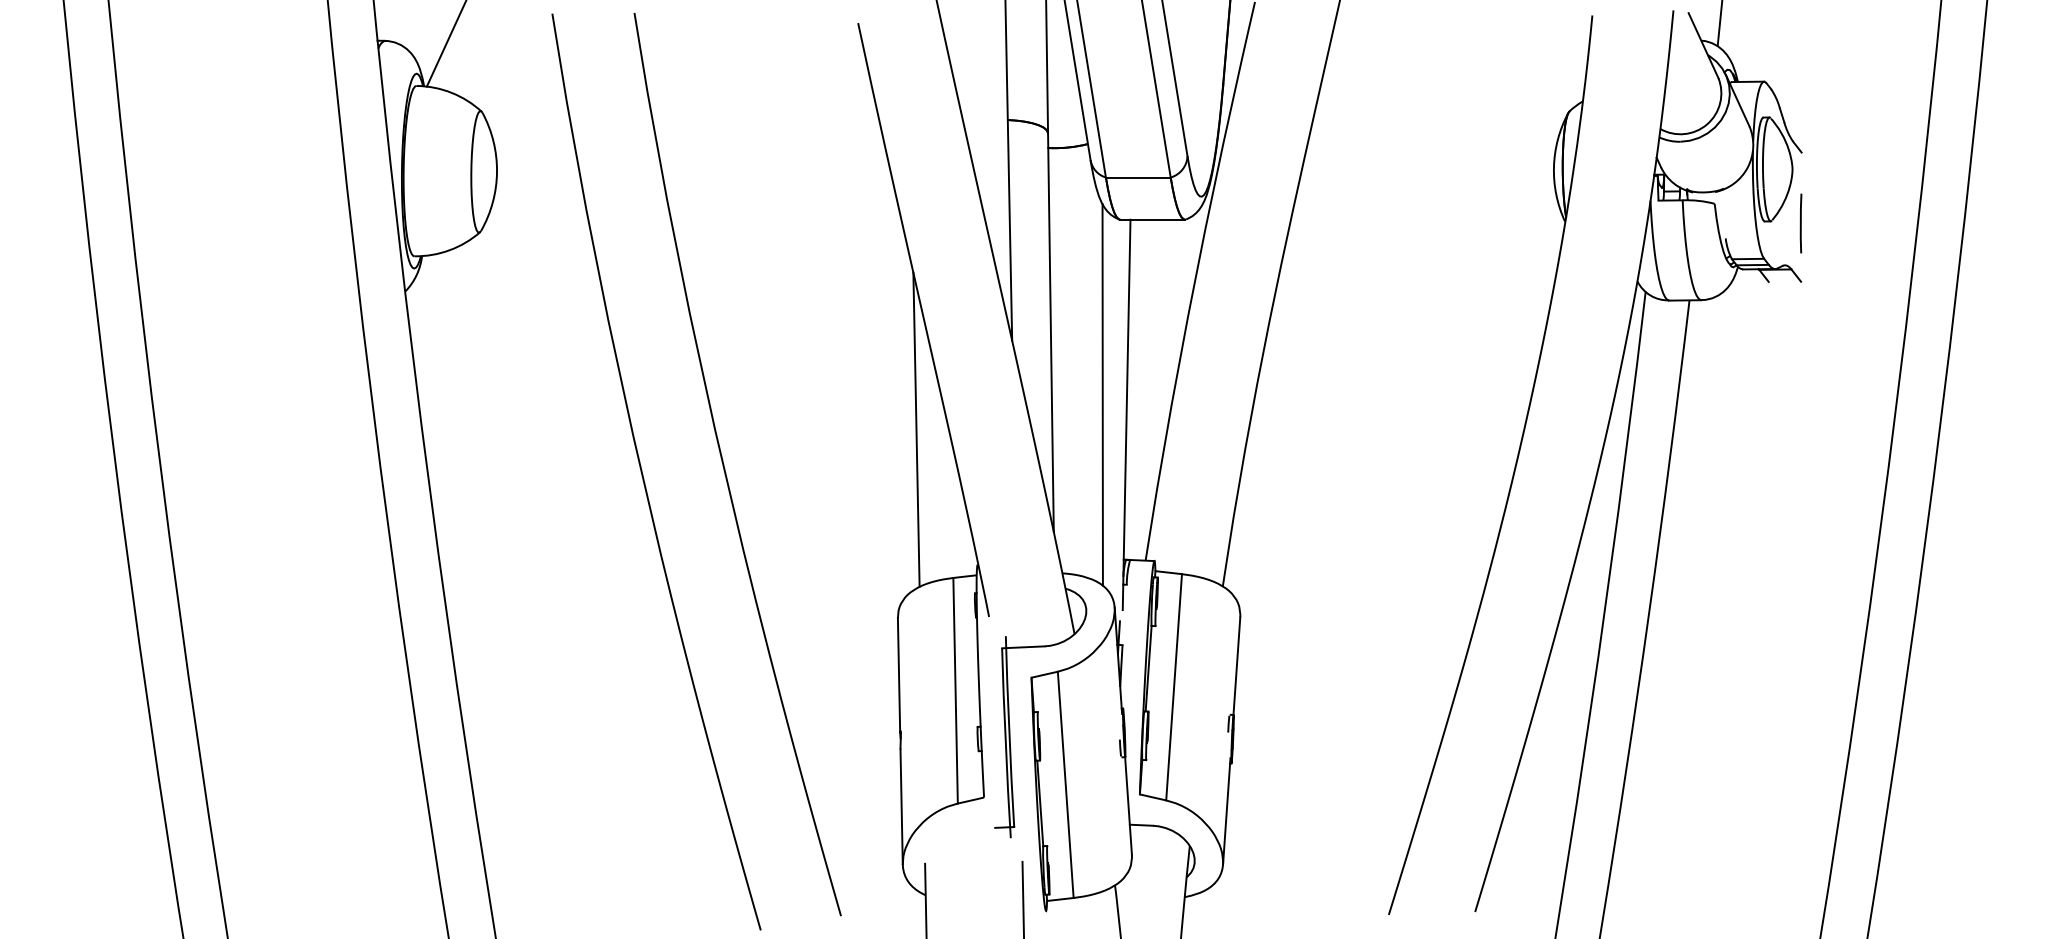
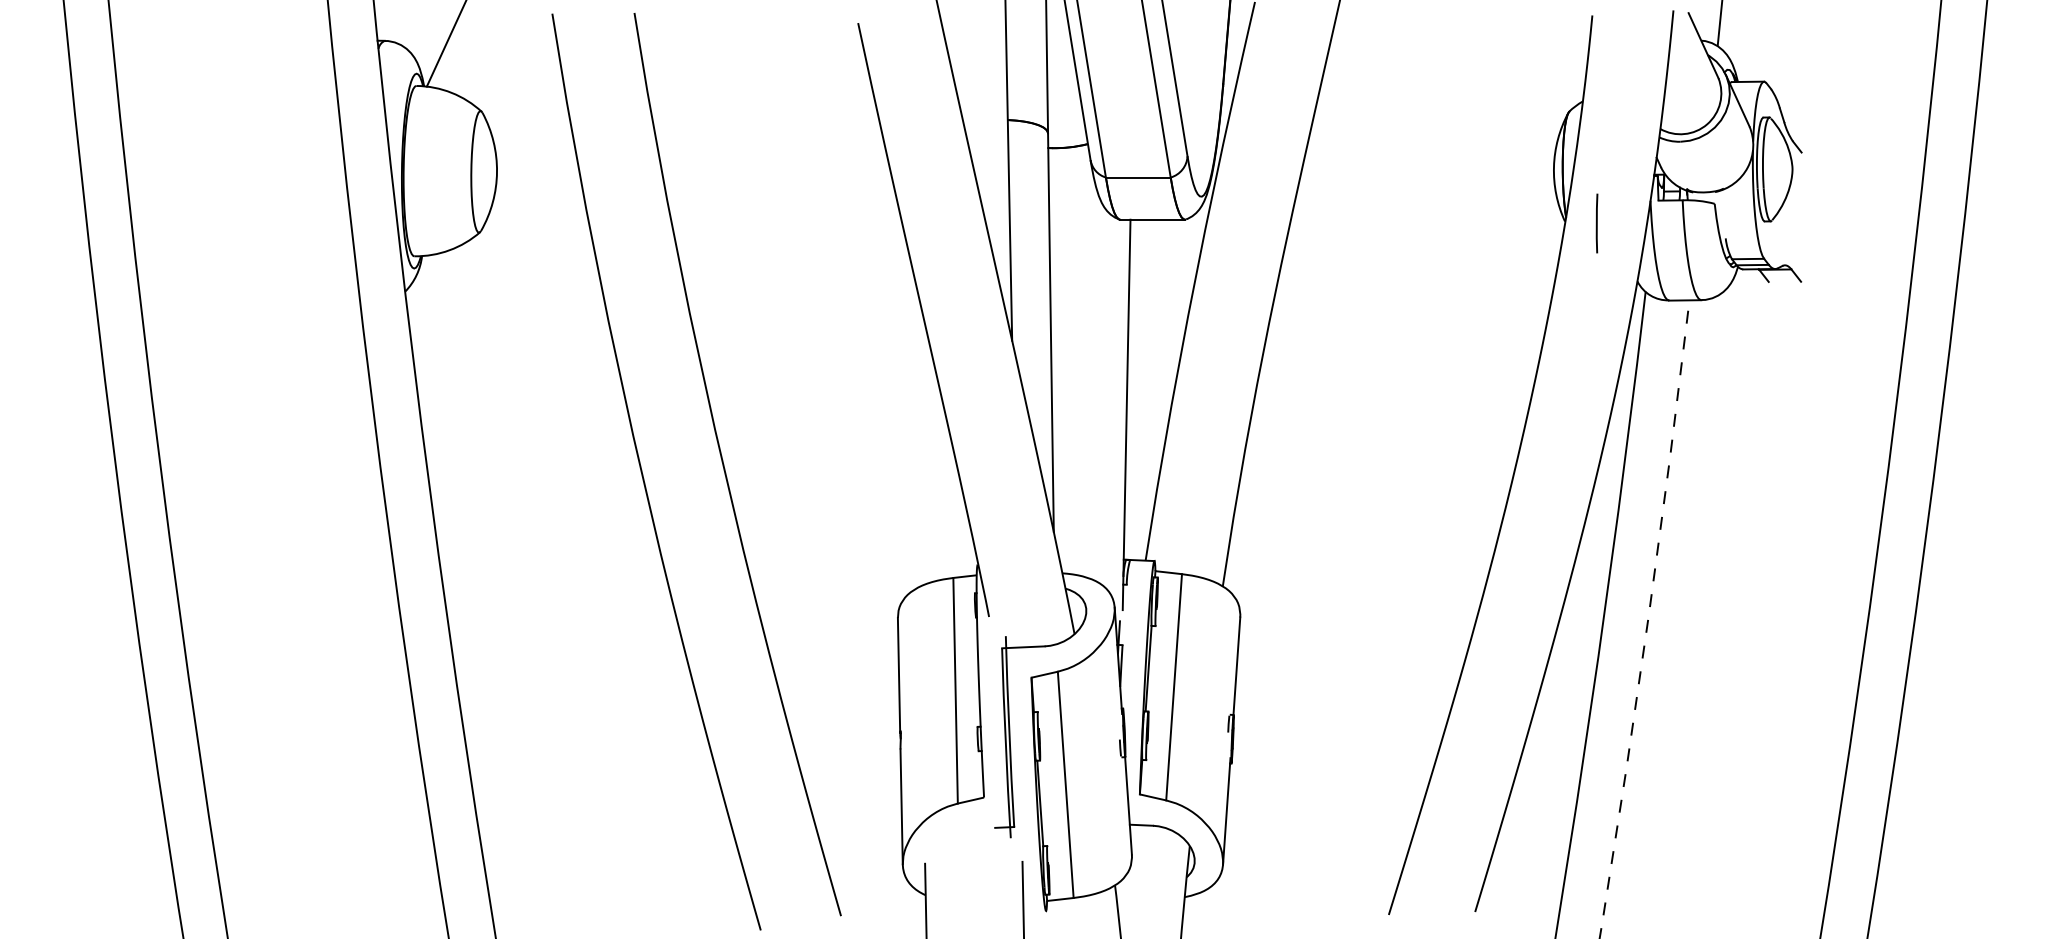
arc at (1800, 223) position: (1800, 223) -> (1596, 223)
line at (1102, 394): present -> none
line at (916, 429): present -> none
arc at (1648, 619): solid -> dashed
